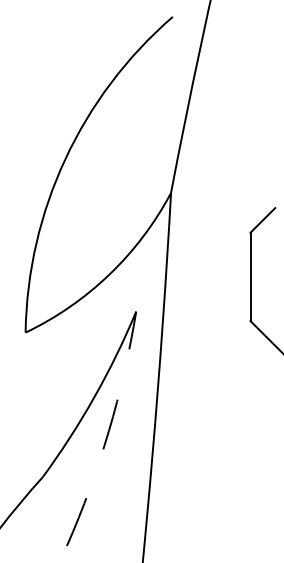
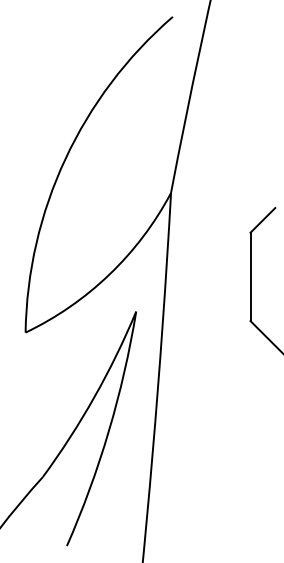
arc at (108, 431): dashed -> solid
